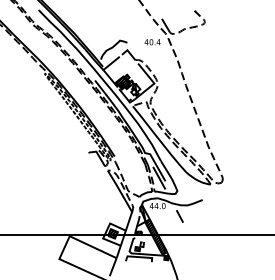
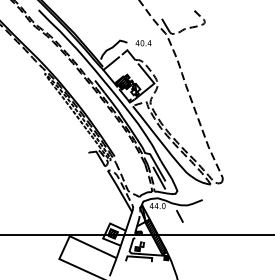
text at (152, 42) position: (152, 42) -> (143, 43)
